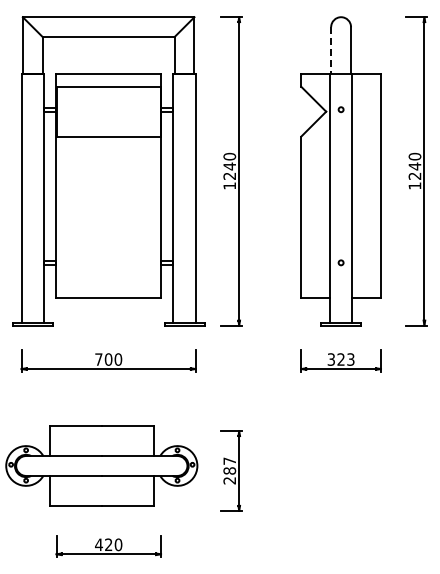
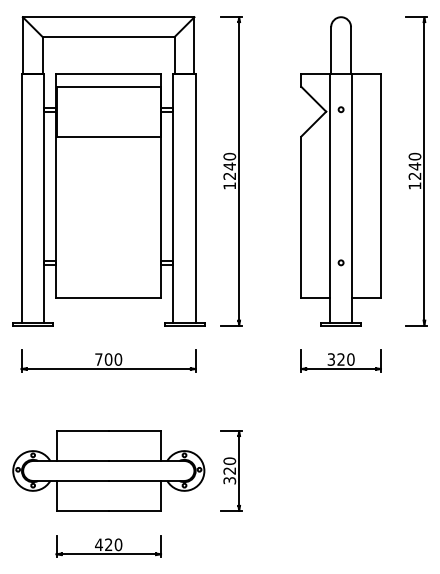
line at (331, 50): dashed -> solid
text at (350, 359): 323 -> 320
part at (101, 465) position: (101, 465) -> (108, 470)
text at (229, 470): 287 -> 320
